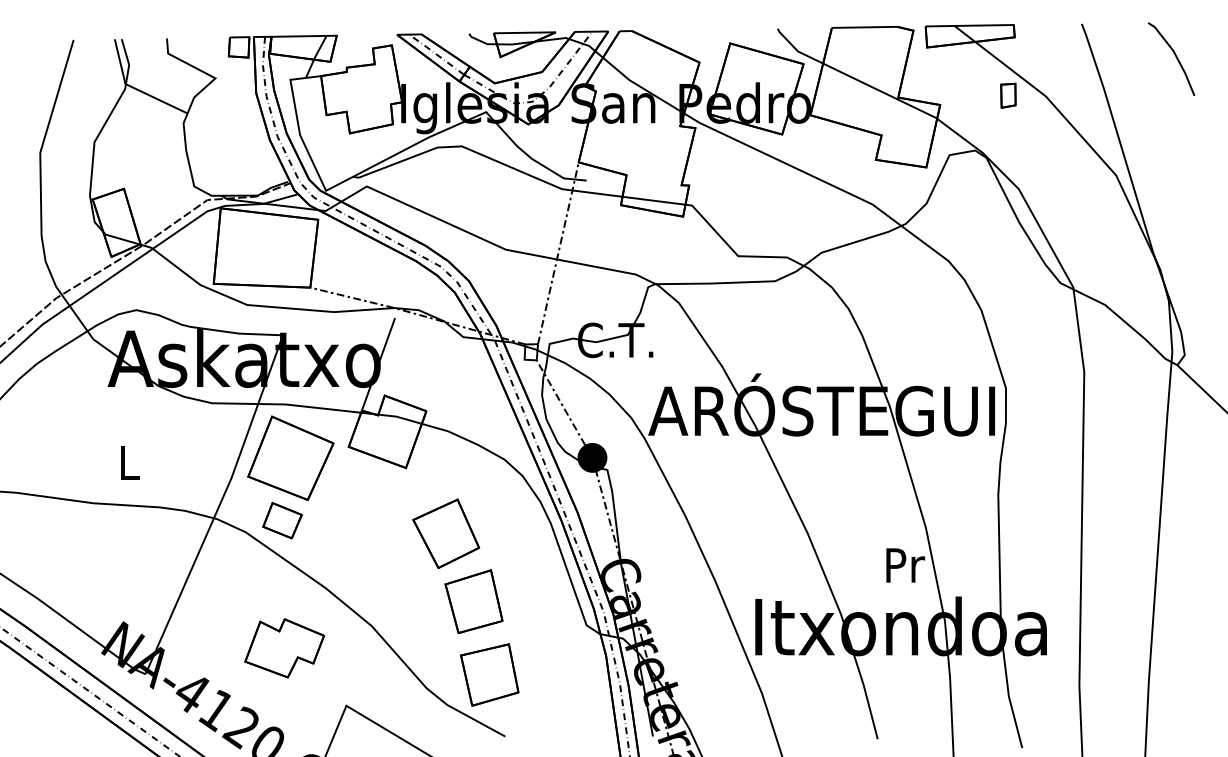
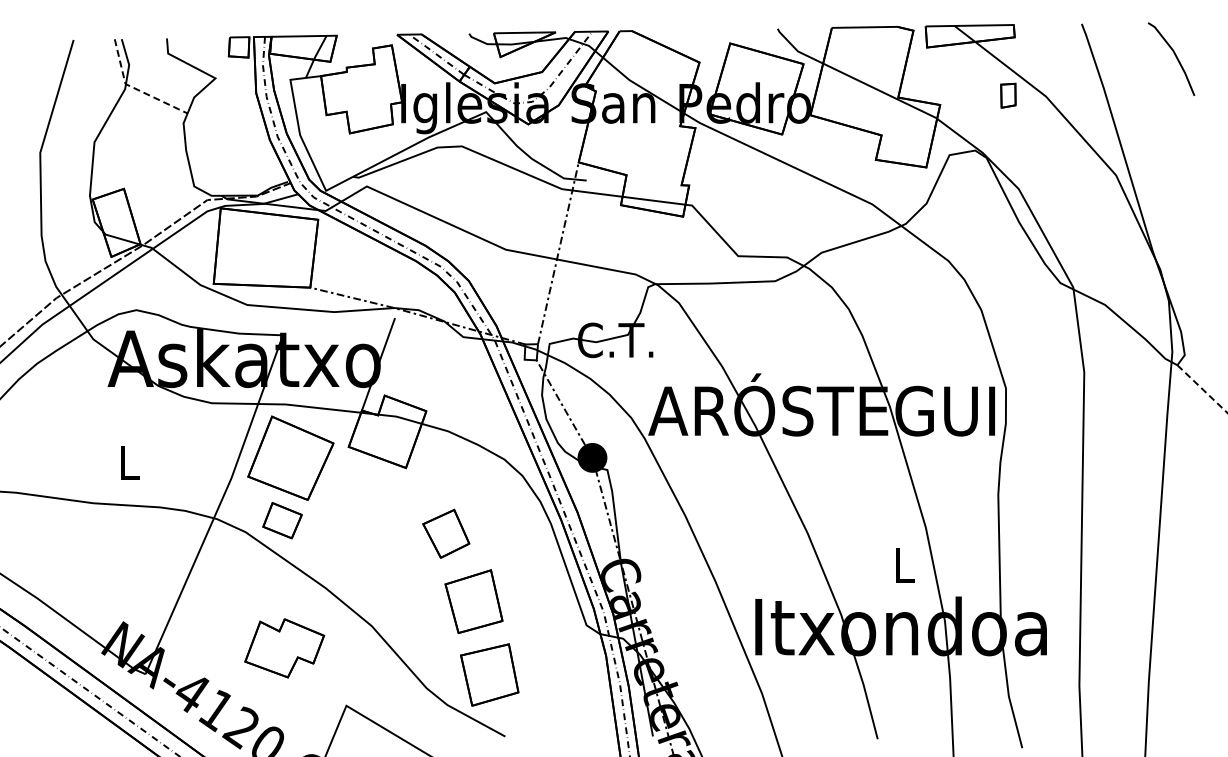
line at (135, 88): solid -> dashed
line at (1202, 389): solid -> dashed
part at (446, 533) size: 69x72 px -> 49x51 px
text at (905, 565): Pr -> L
